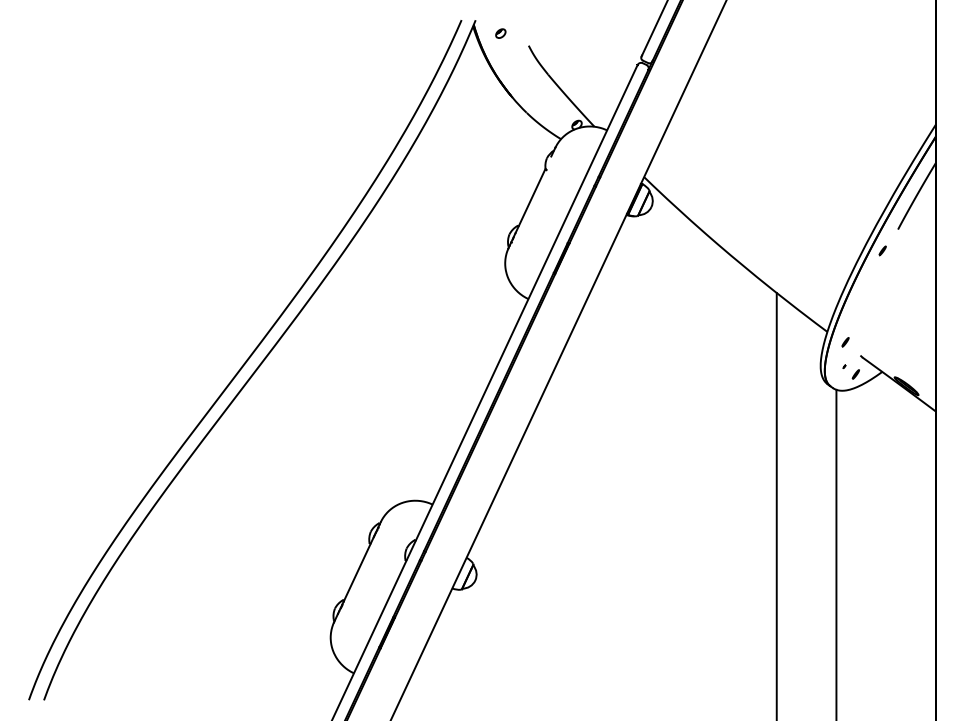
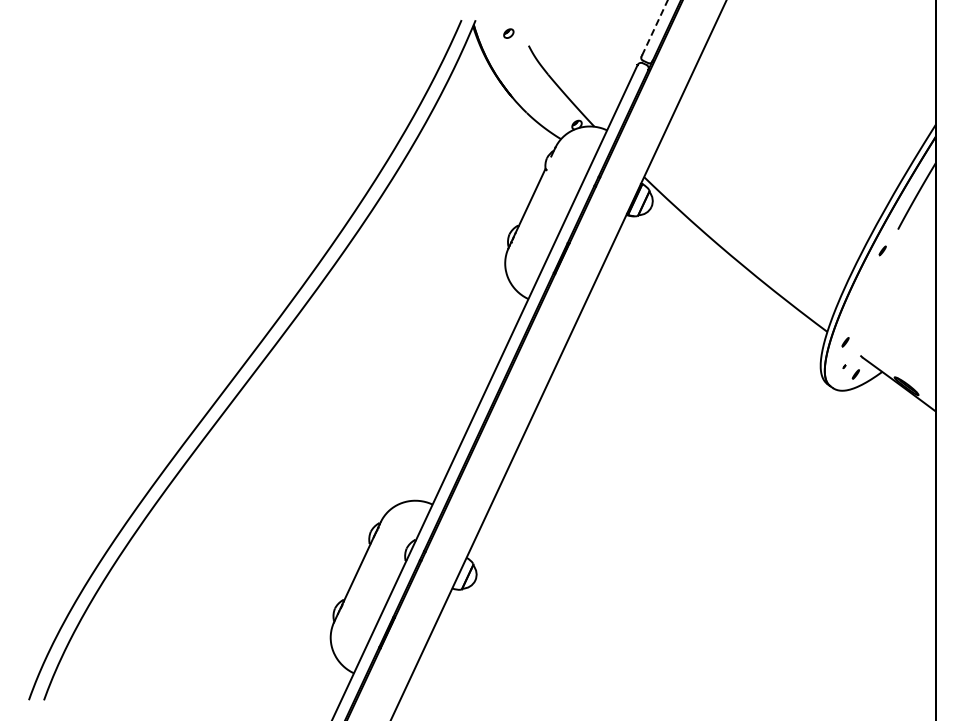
line at (655, 27): solid -> dashed
part at (500, 33) position: (500, 33) -> (508, 33)
line at (776, 505): present -> none
line at (836, 553): present -> none
